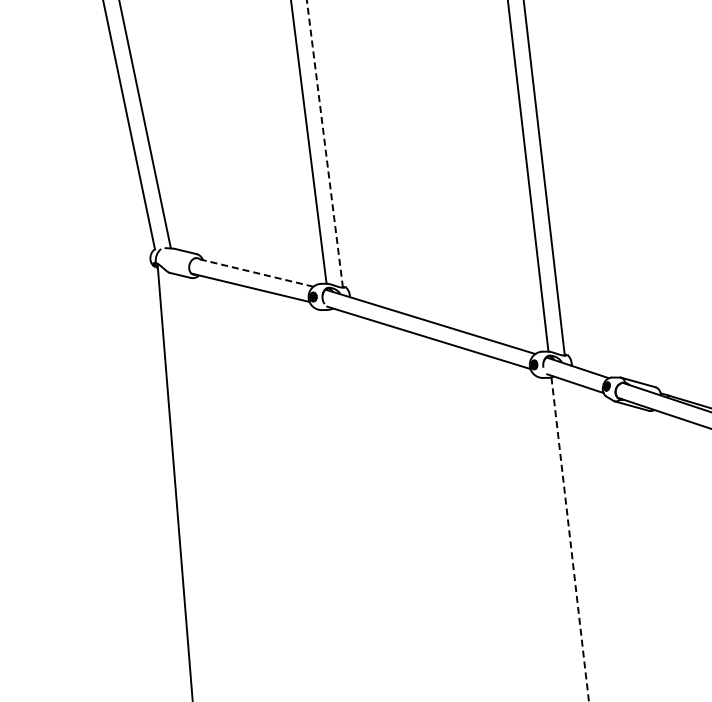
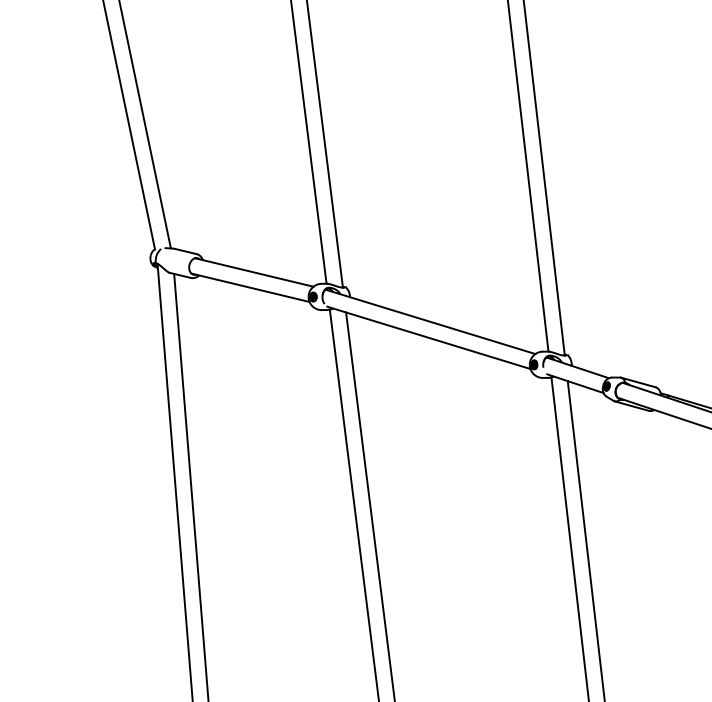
line at (324, 143): dashed -> solid
line at (254, 272): dashed -> solid
line at (191, 485): none -> present
line at (353, 503): none -> present
line at (370, 505): none -> present
line at (585, 539): none -> present
line at (570, 540): dashed -> solid
